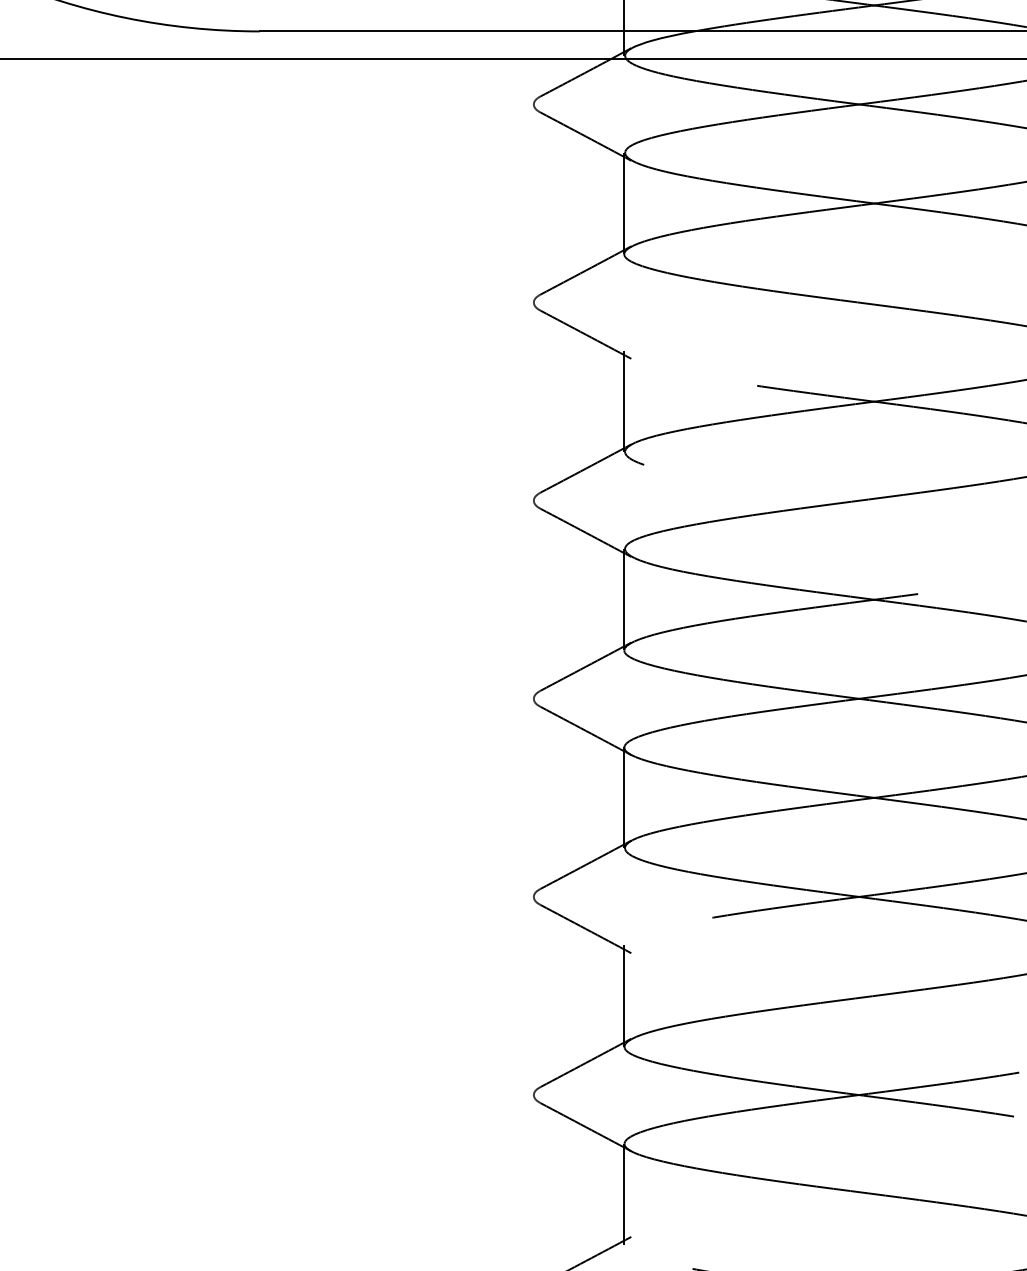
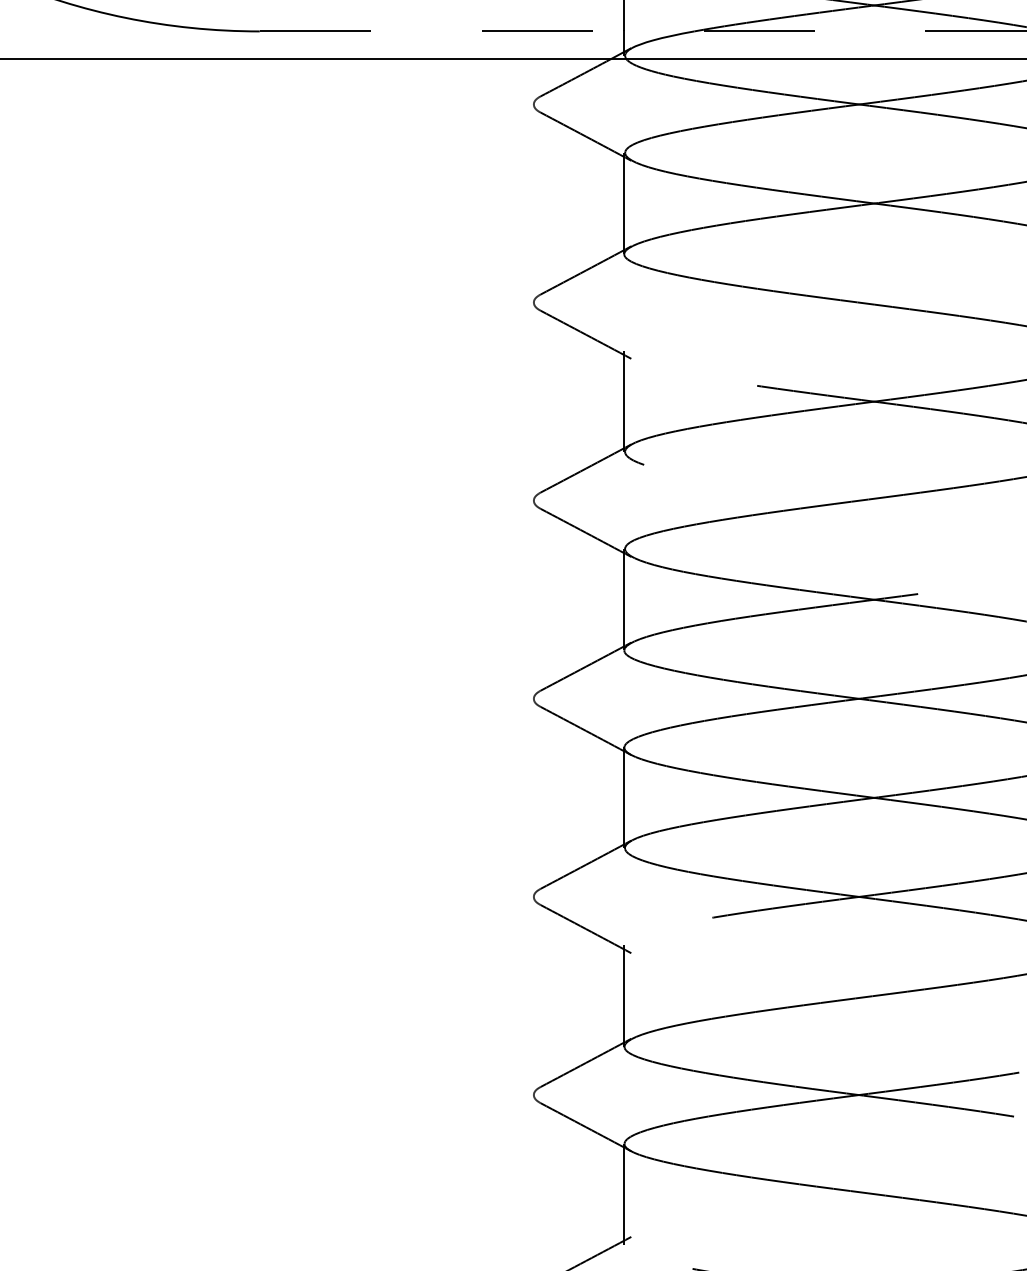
line at (643, 31): solid -> dashed
